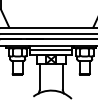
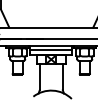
line at (48, 33): present -> none
